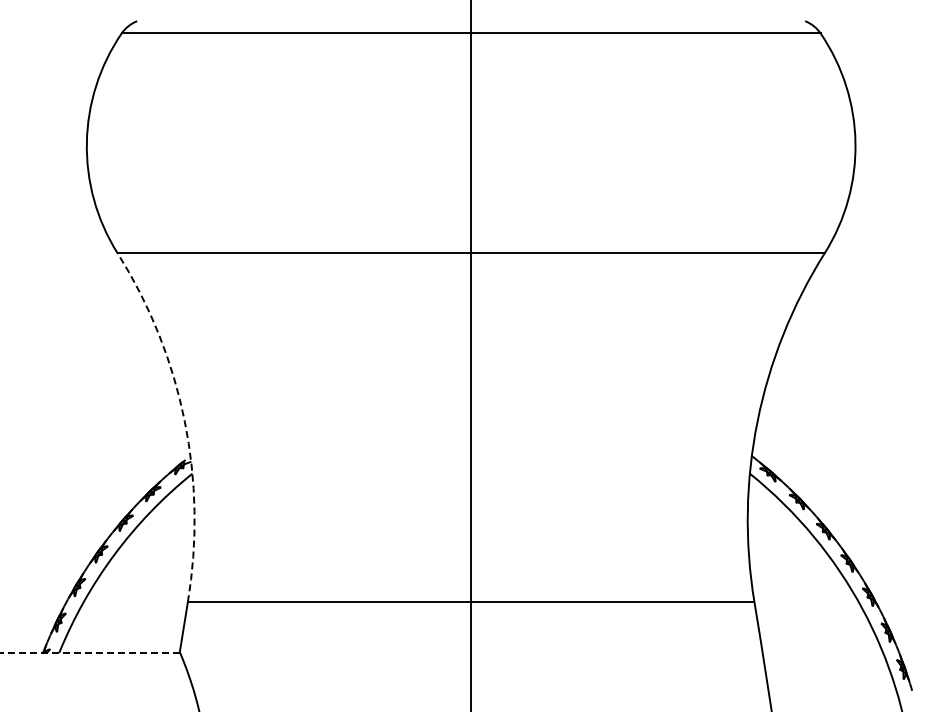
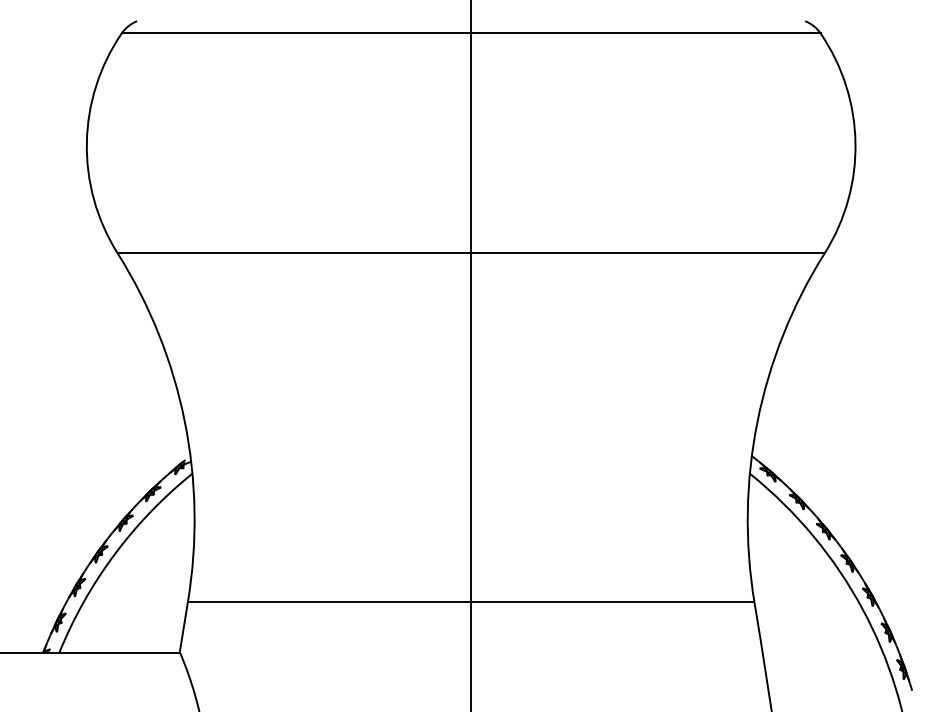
arc at (184, 421): dashed -> solid
line at (89, 652): dashed -> solid
